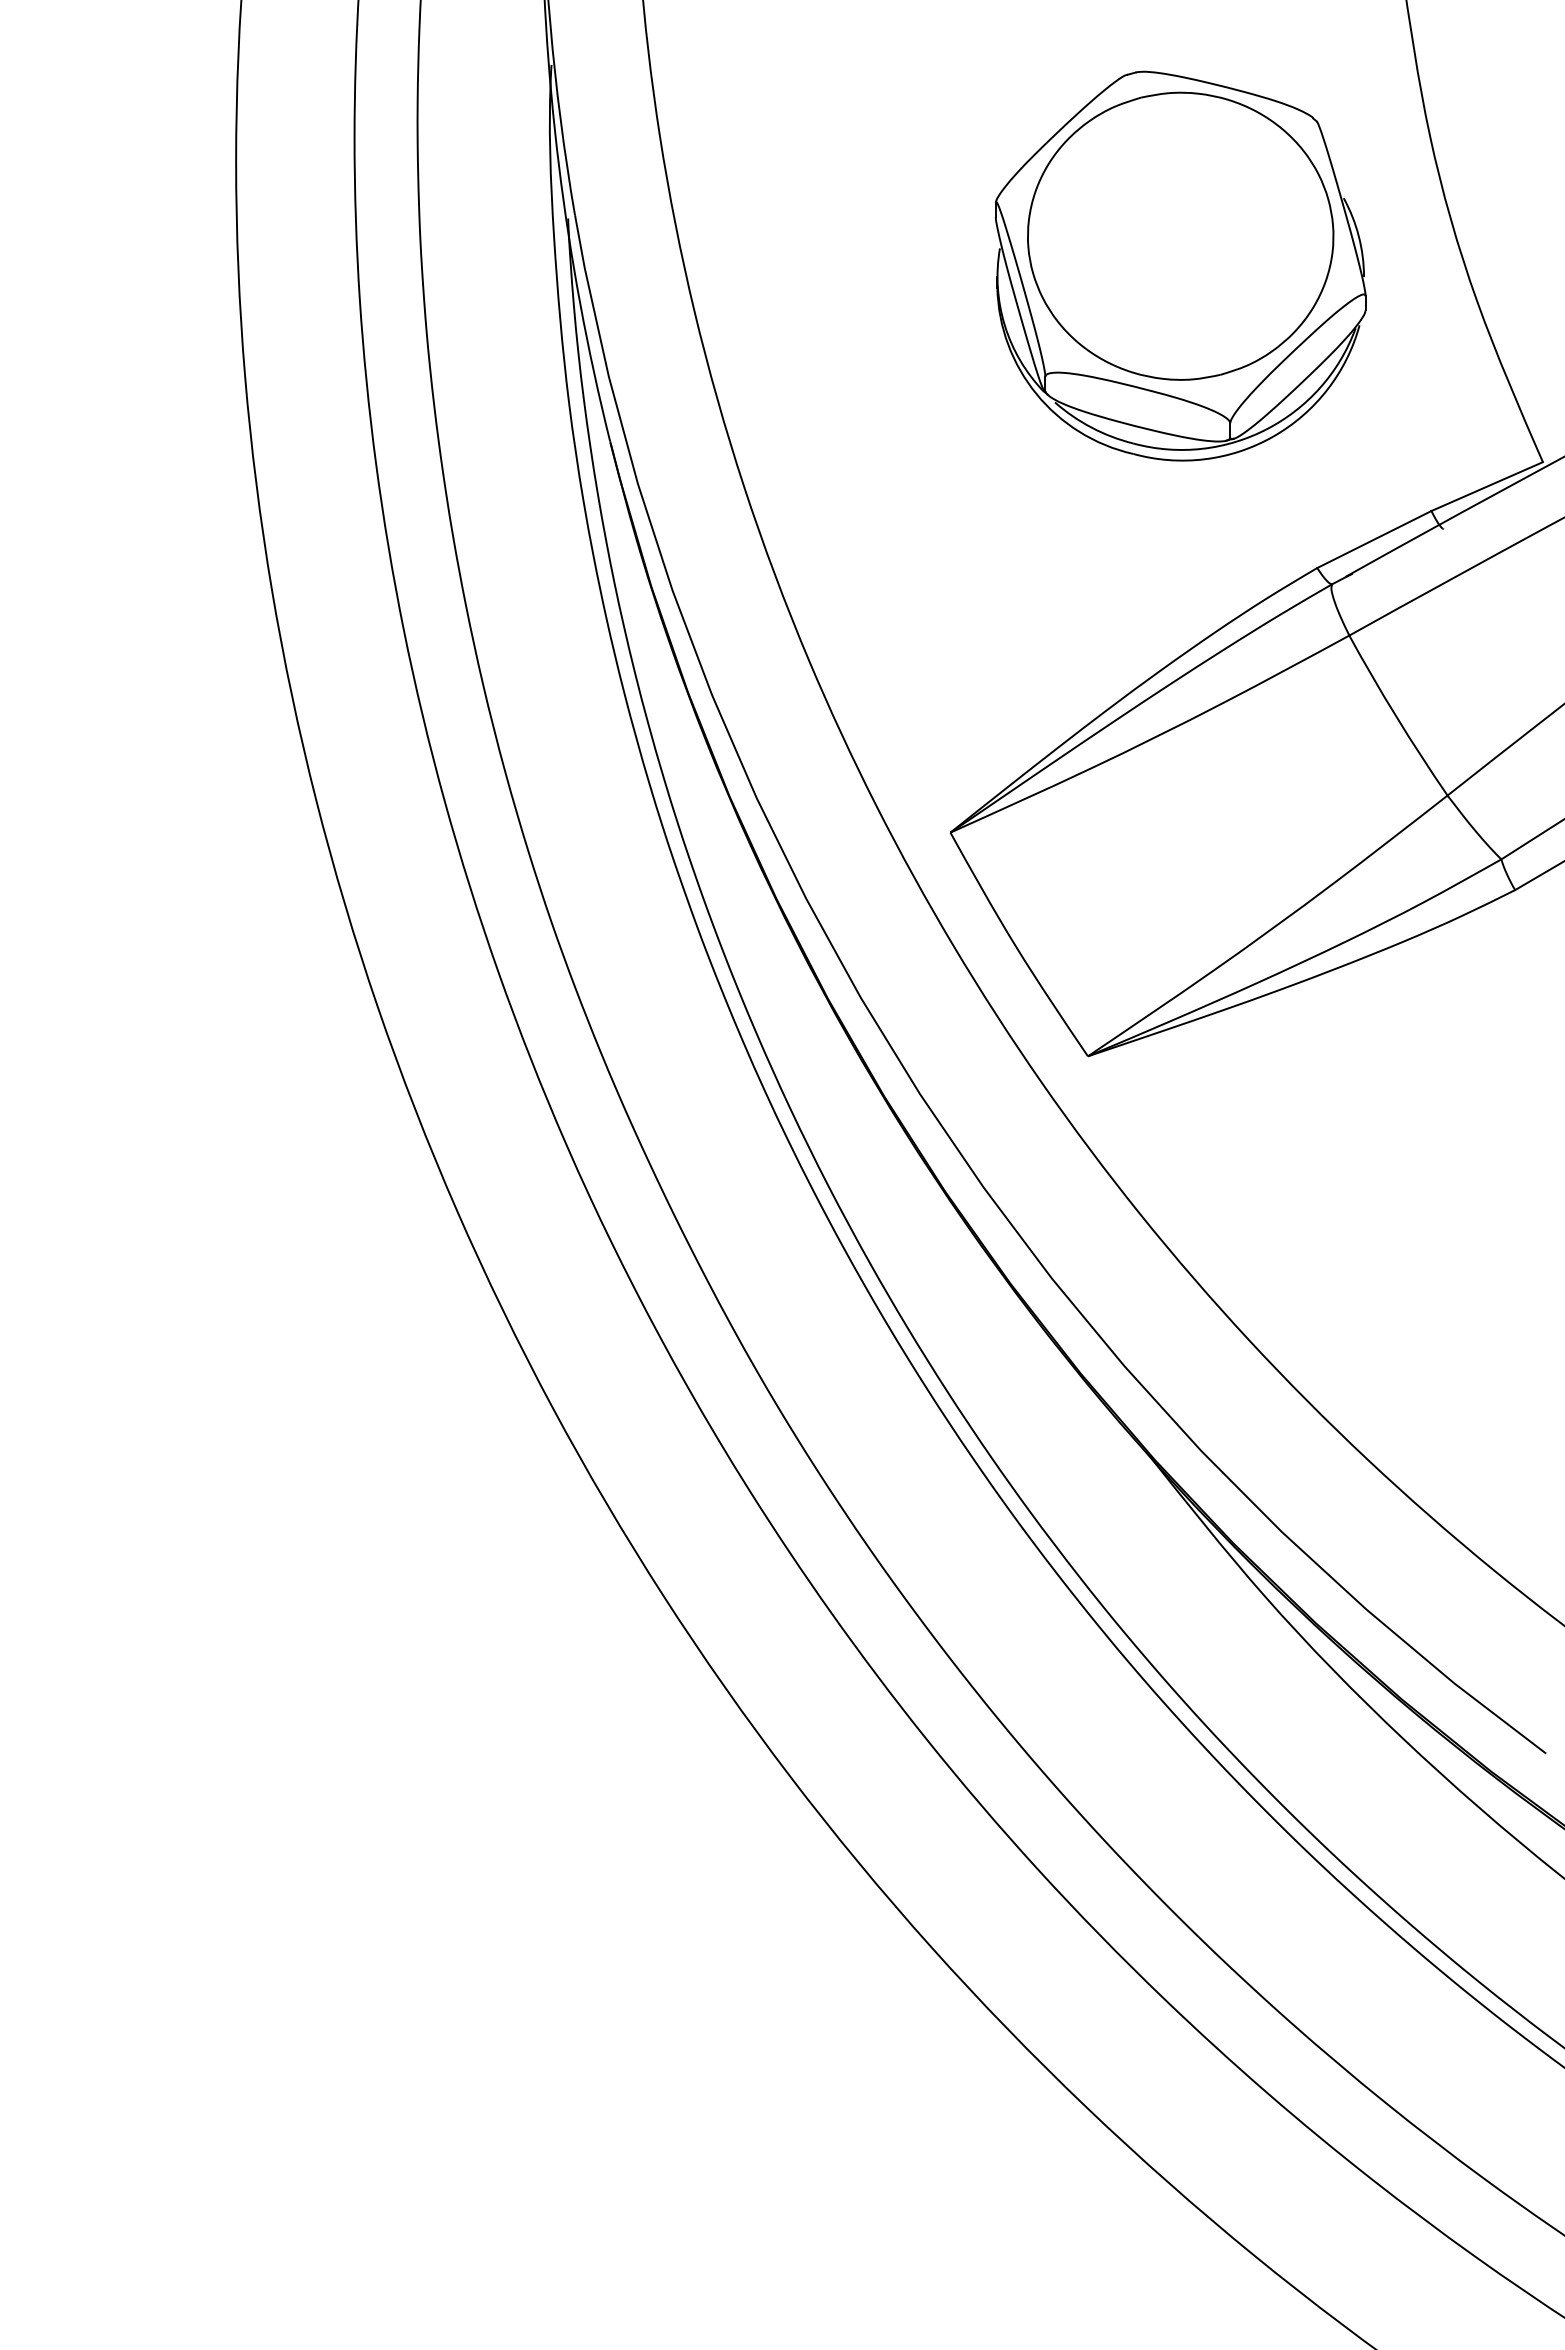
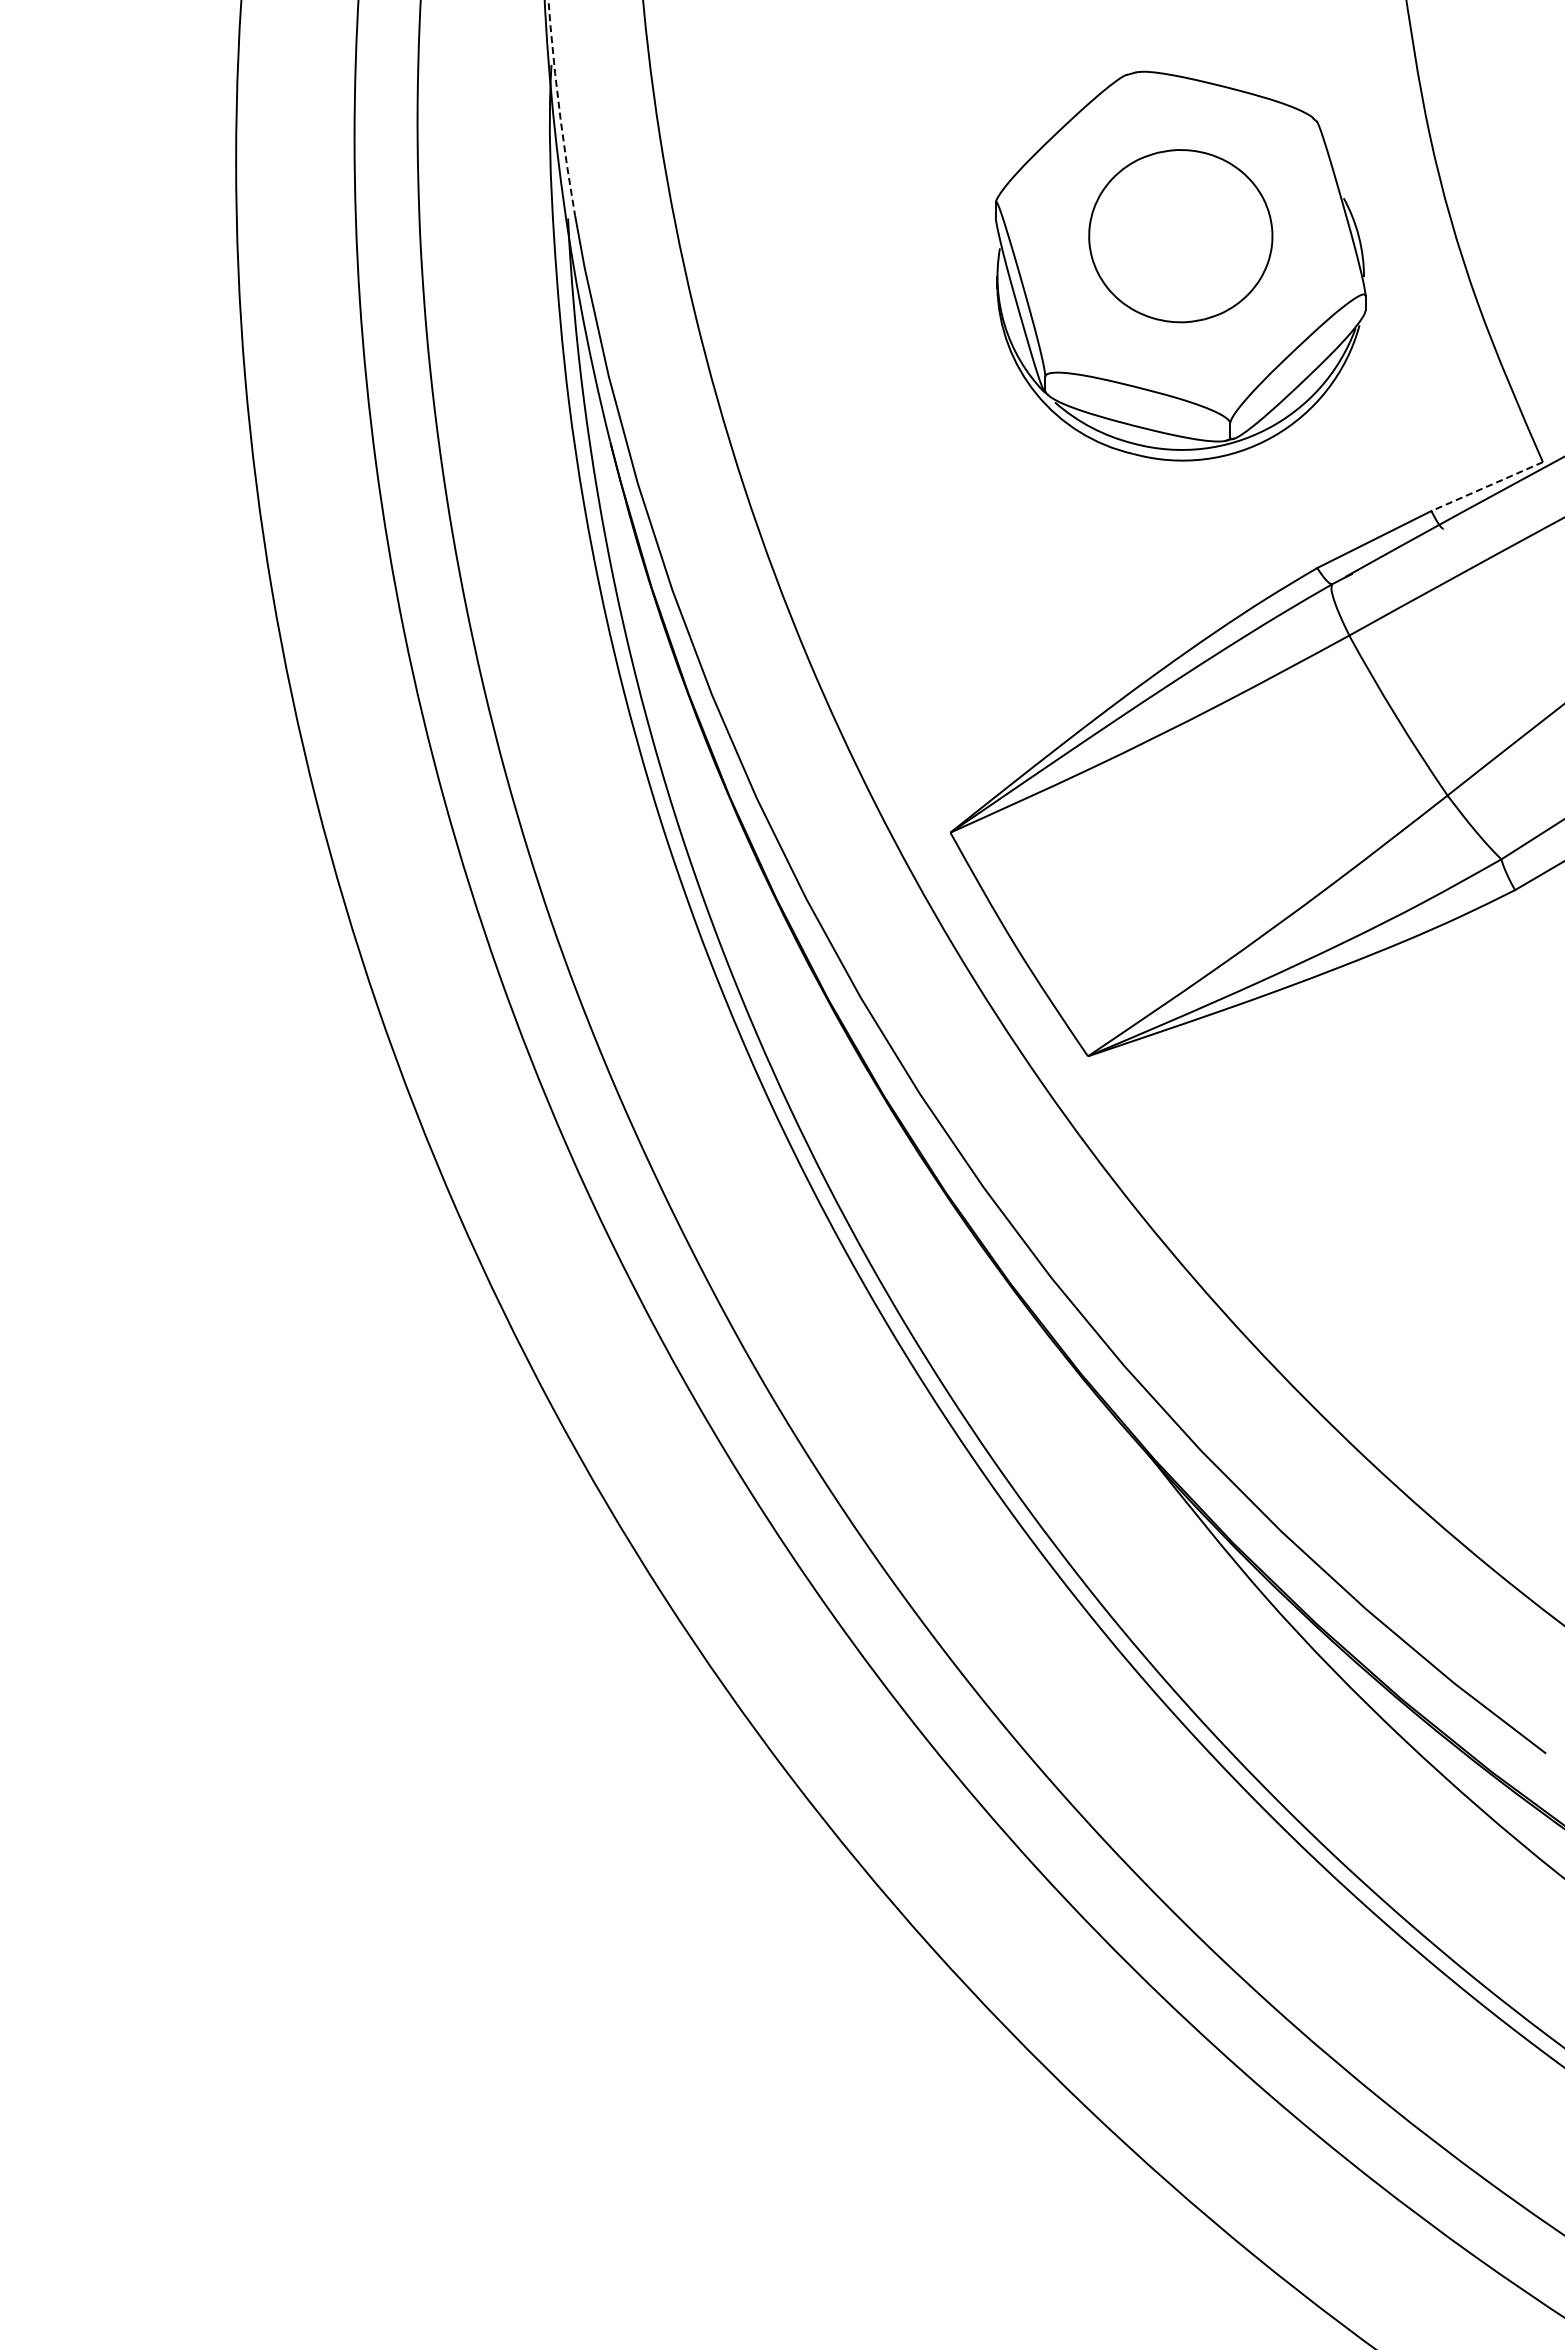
arc at (559, 107): solid -> dashed
part at (1180, 235) size: 308x290 px -> 186x175 px
line at (1487, 486): solid -> dashed
